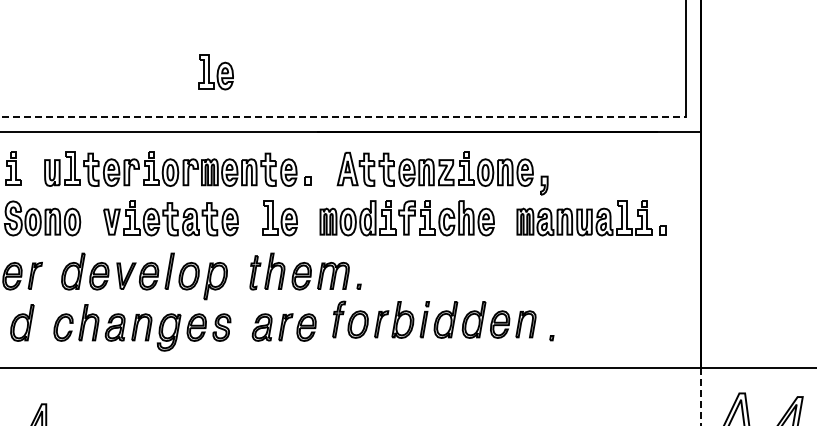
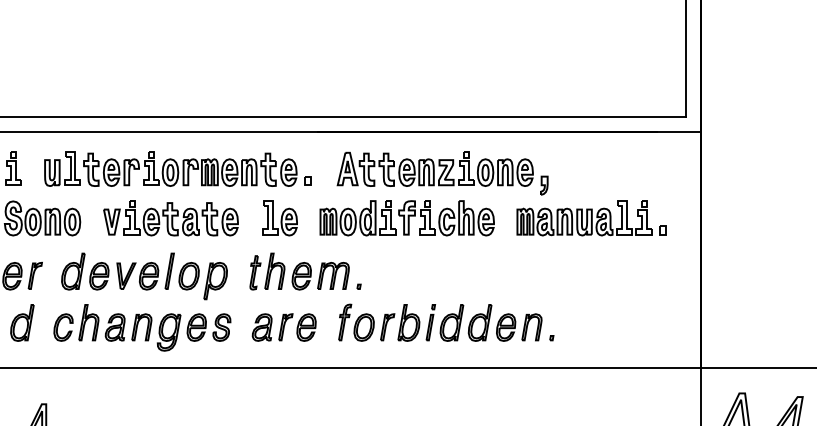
part at (215, 72): present -> none
line at (343, 117): dashed -> solid
part at (434, 319) position: (434, 319) -> (440, 322)
line at (701, 396): dashed -> solid
